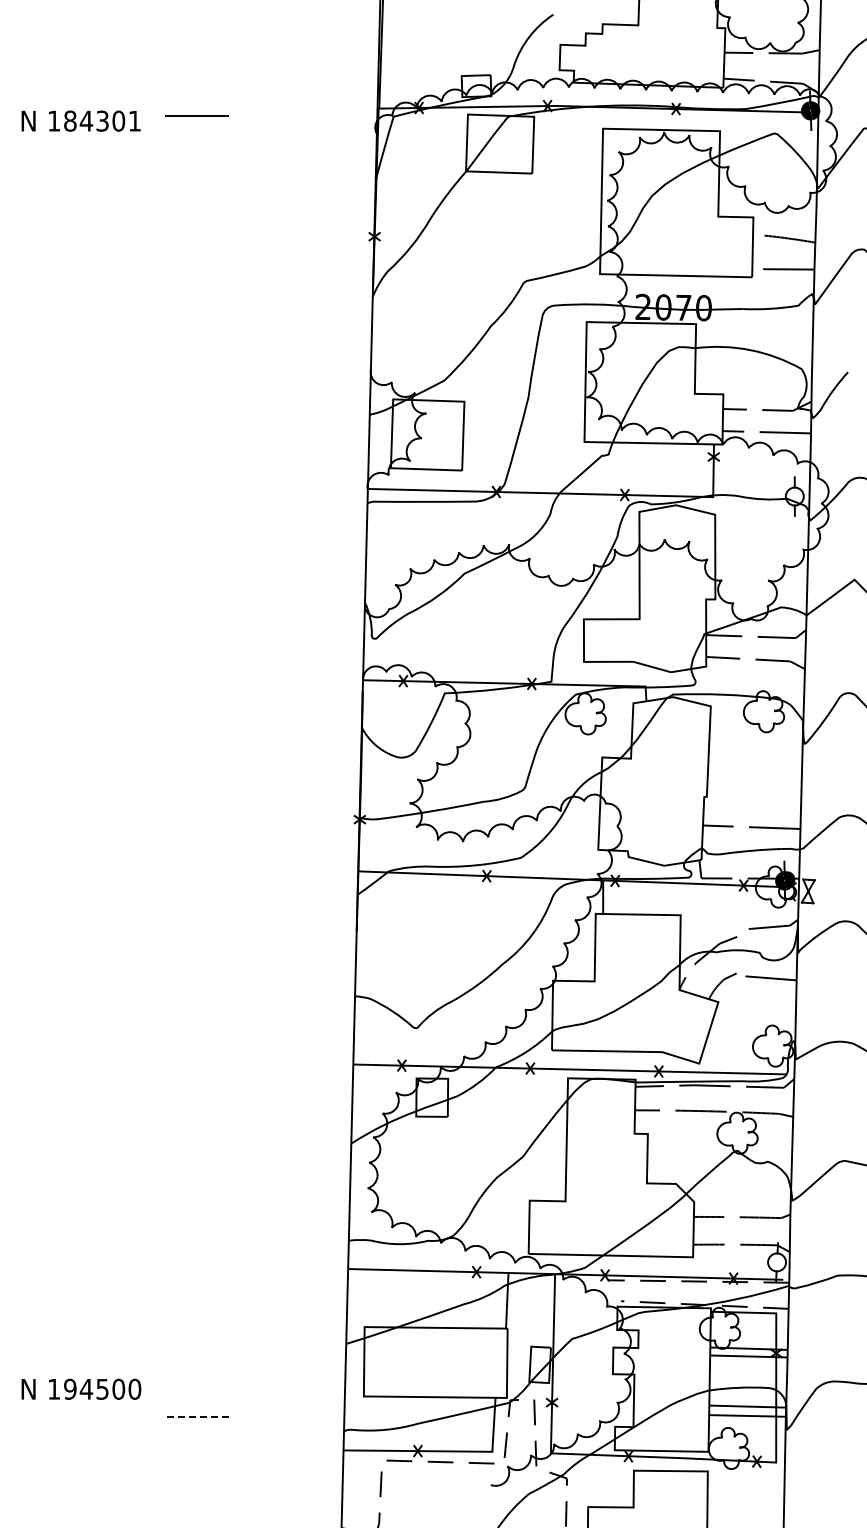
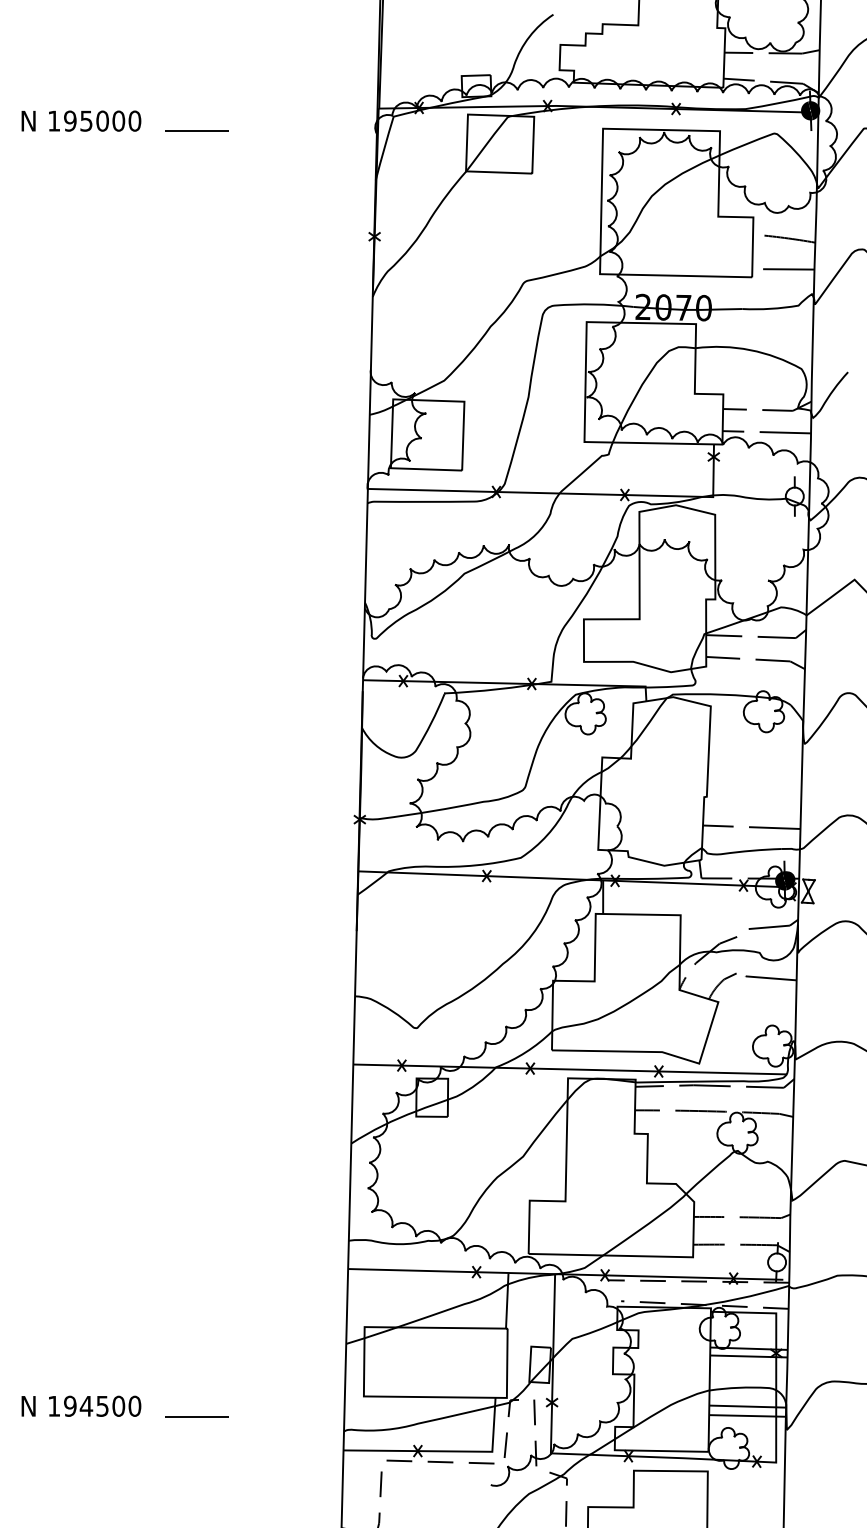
line at (196, 115) position: (196, 115) -> (196, 130)
text at (102, 120): 184301 -> 195000
text at (81, 1388) position: (81, 1388) -> (81, 1405)
line at (196, 1416): dashed -> solid
